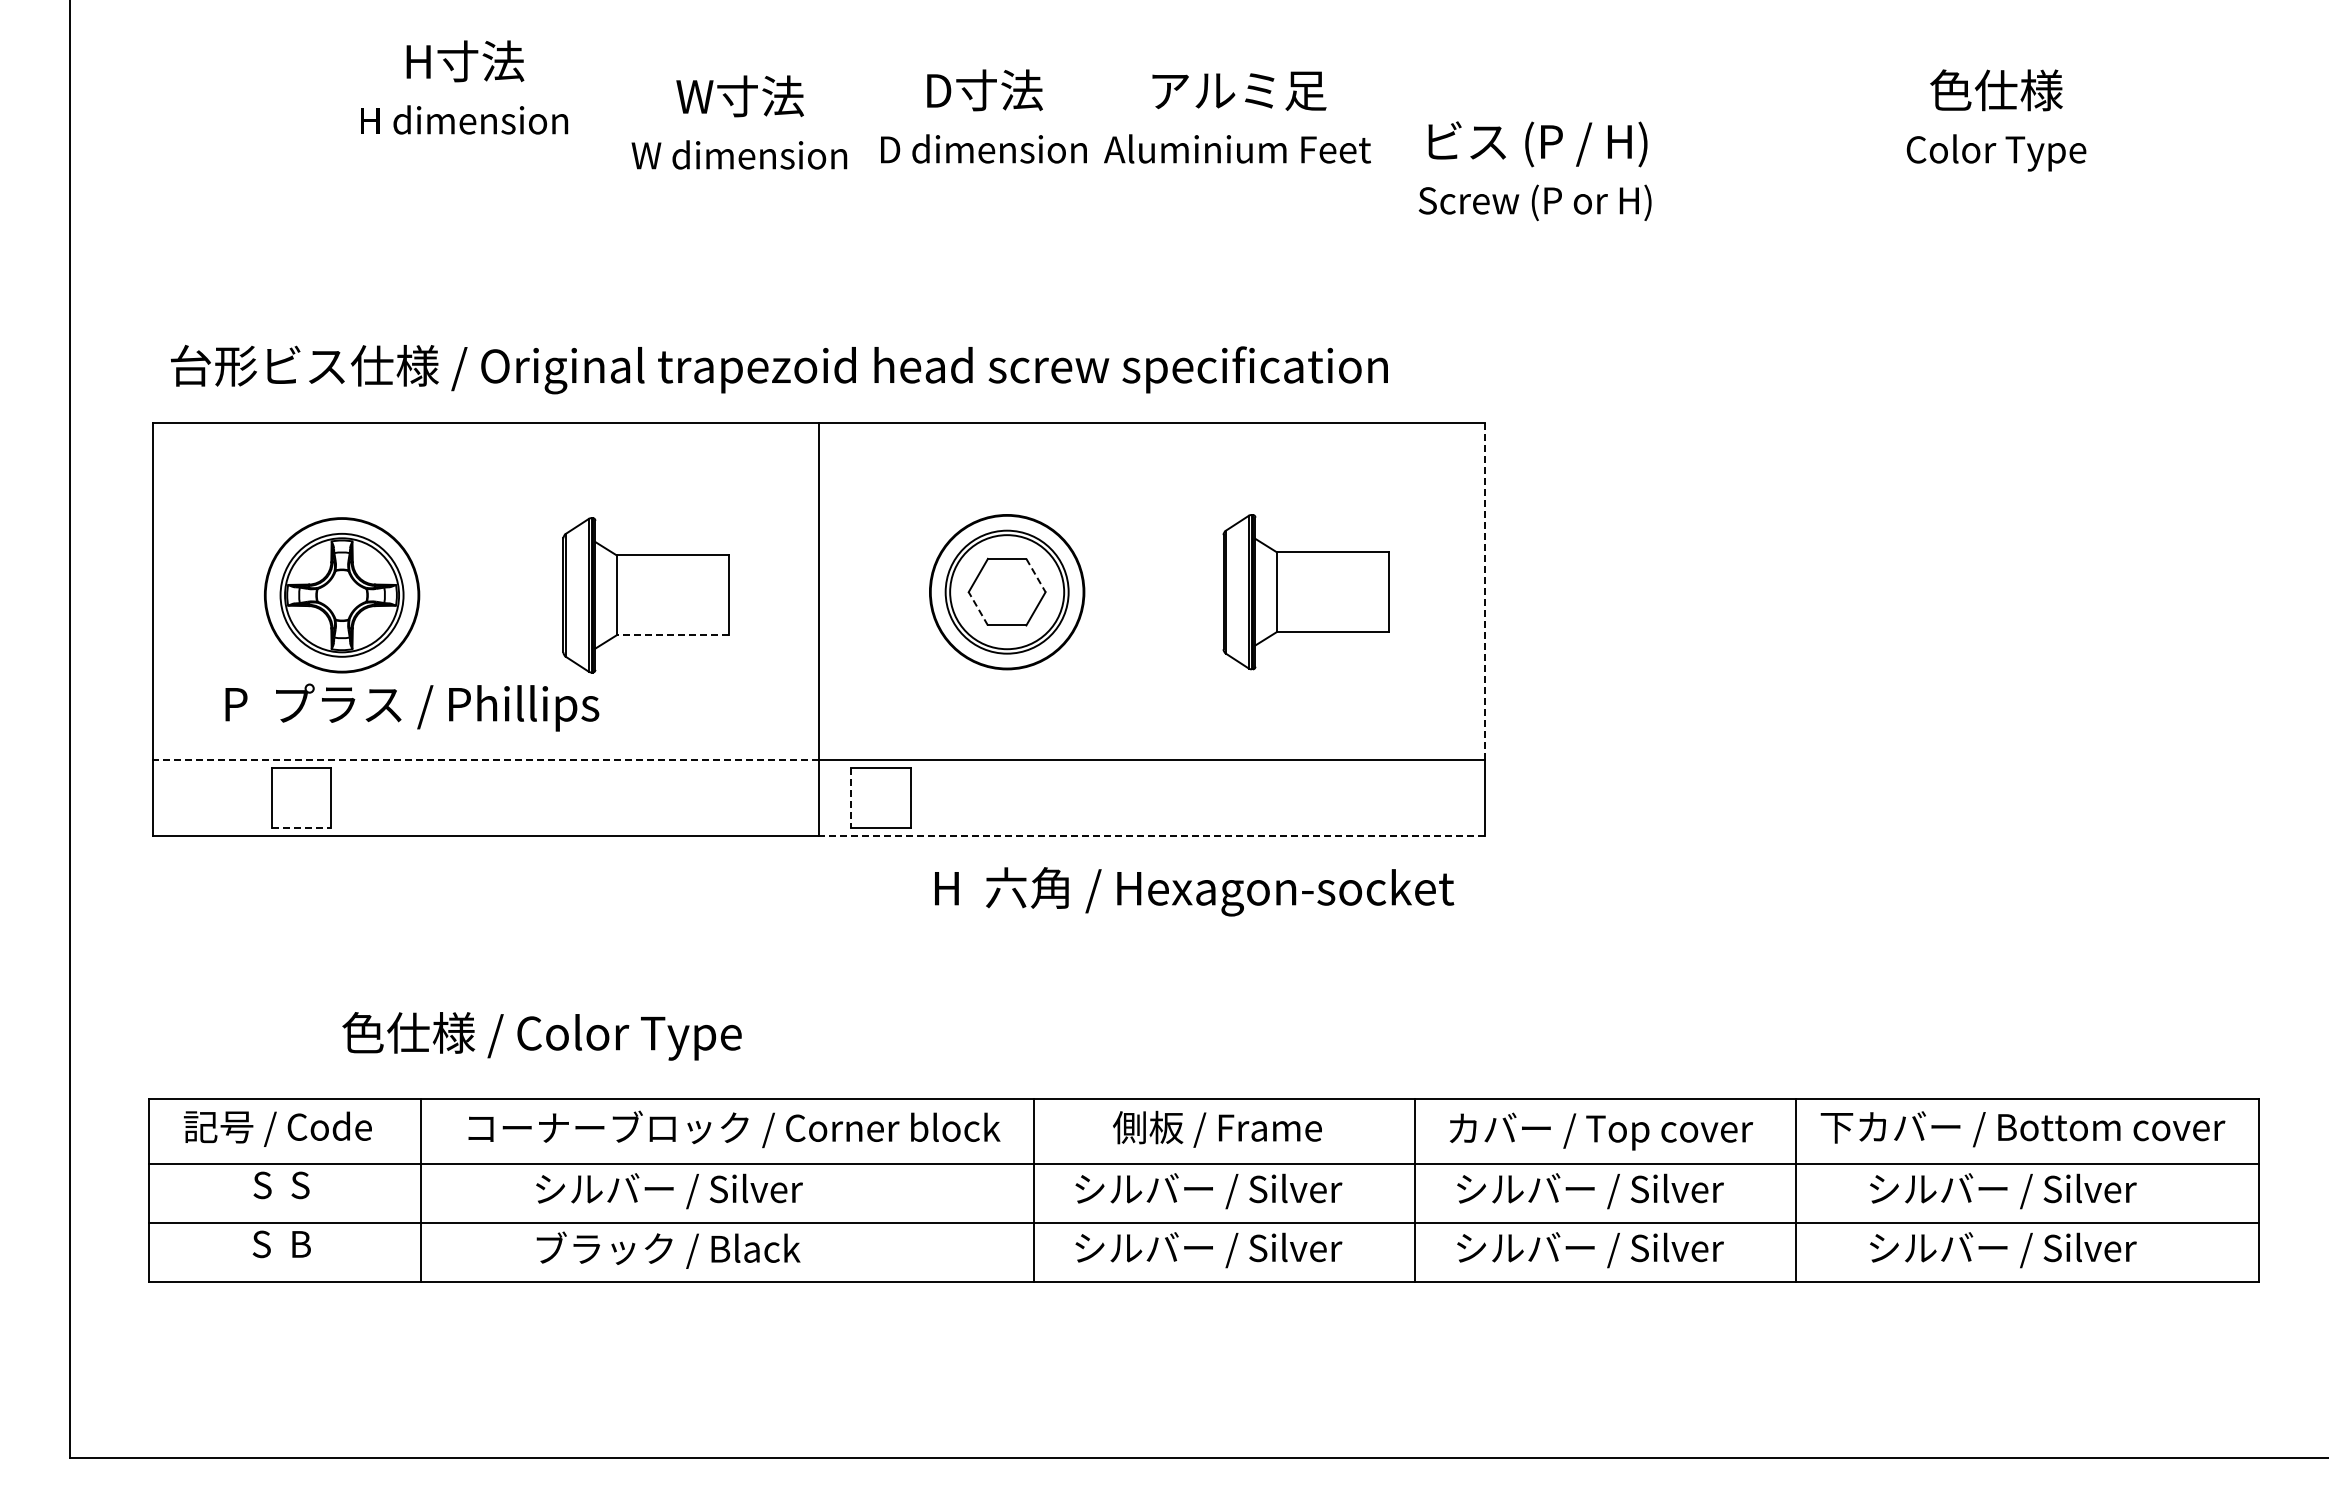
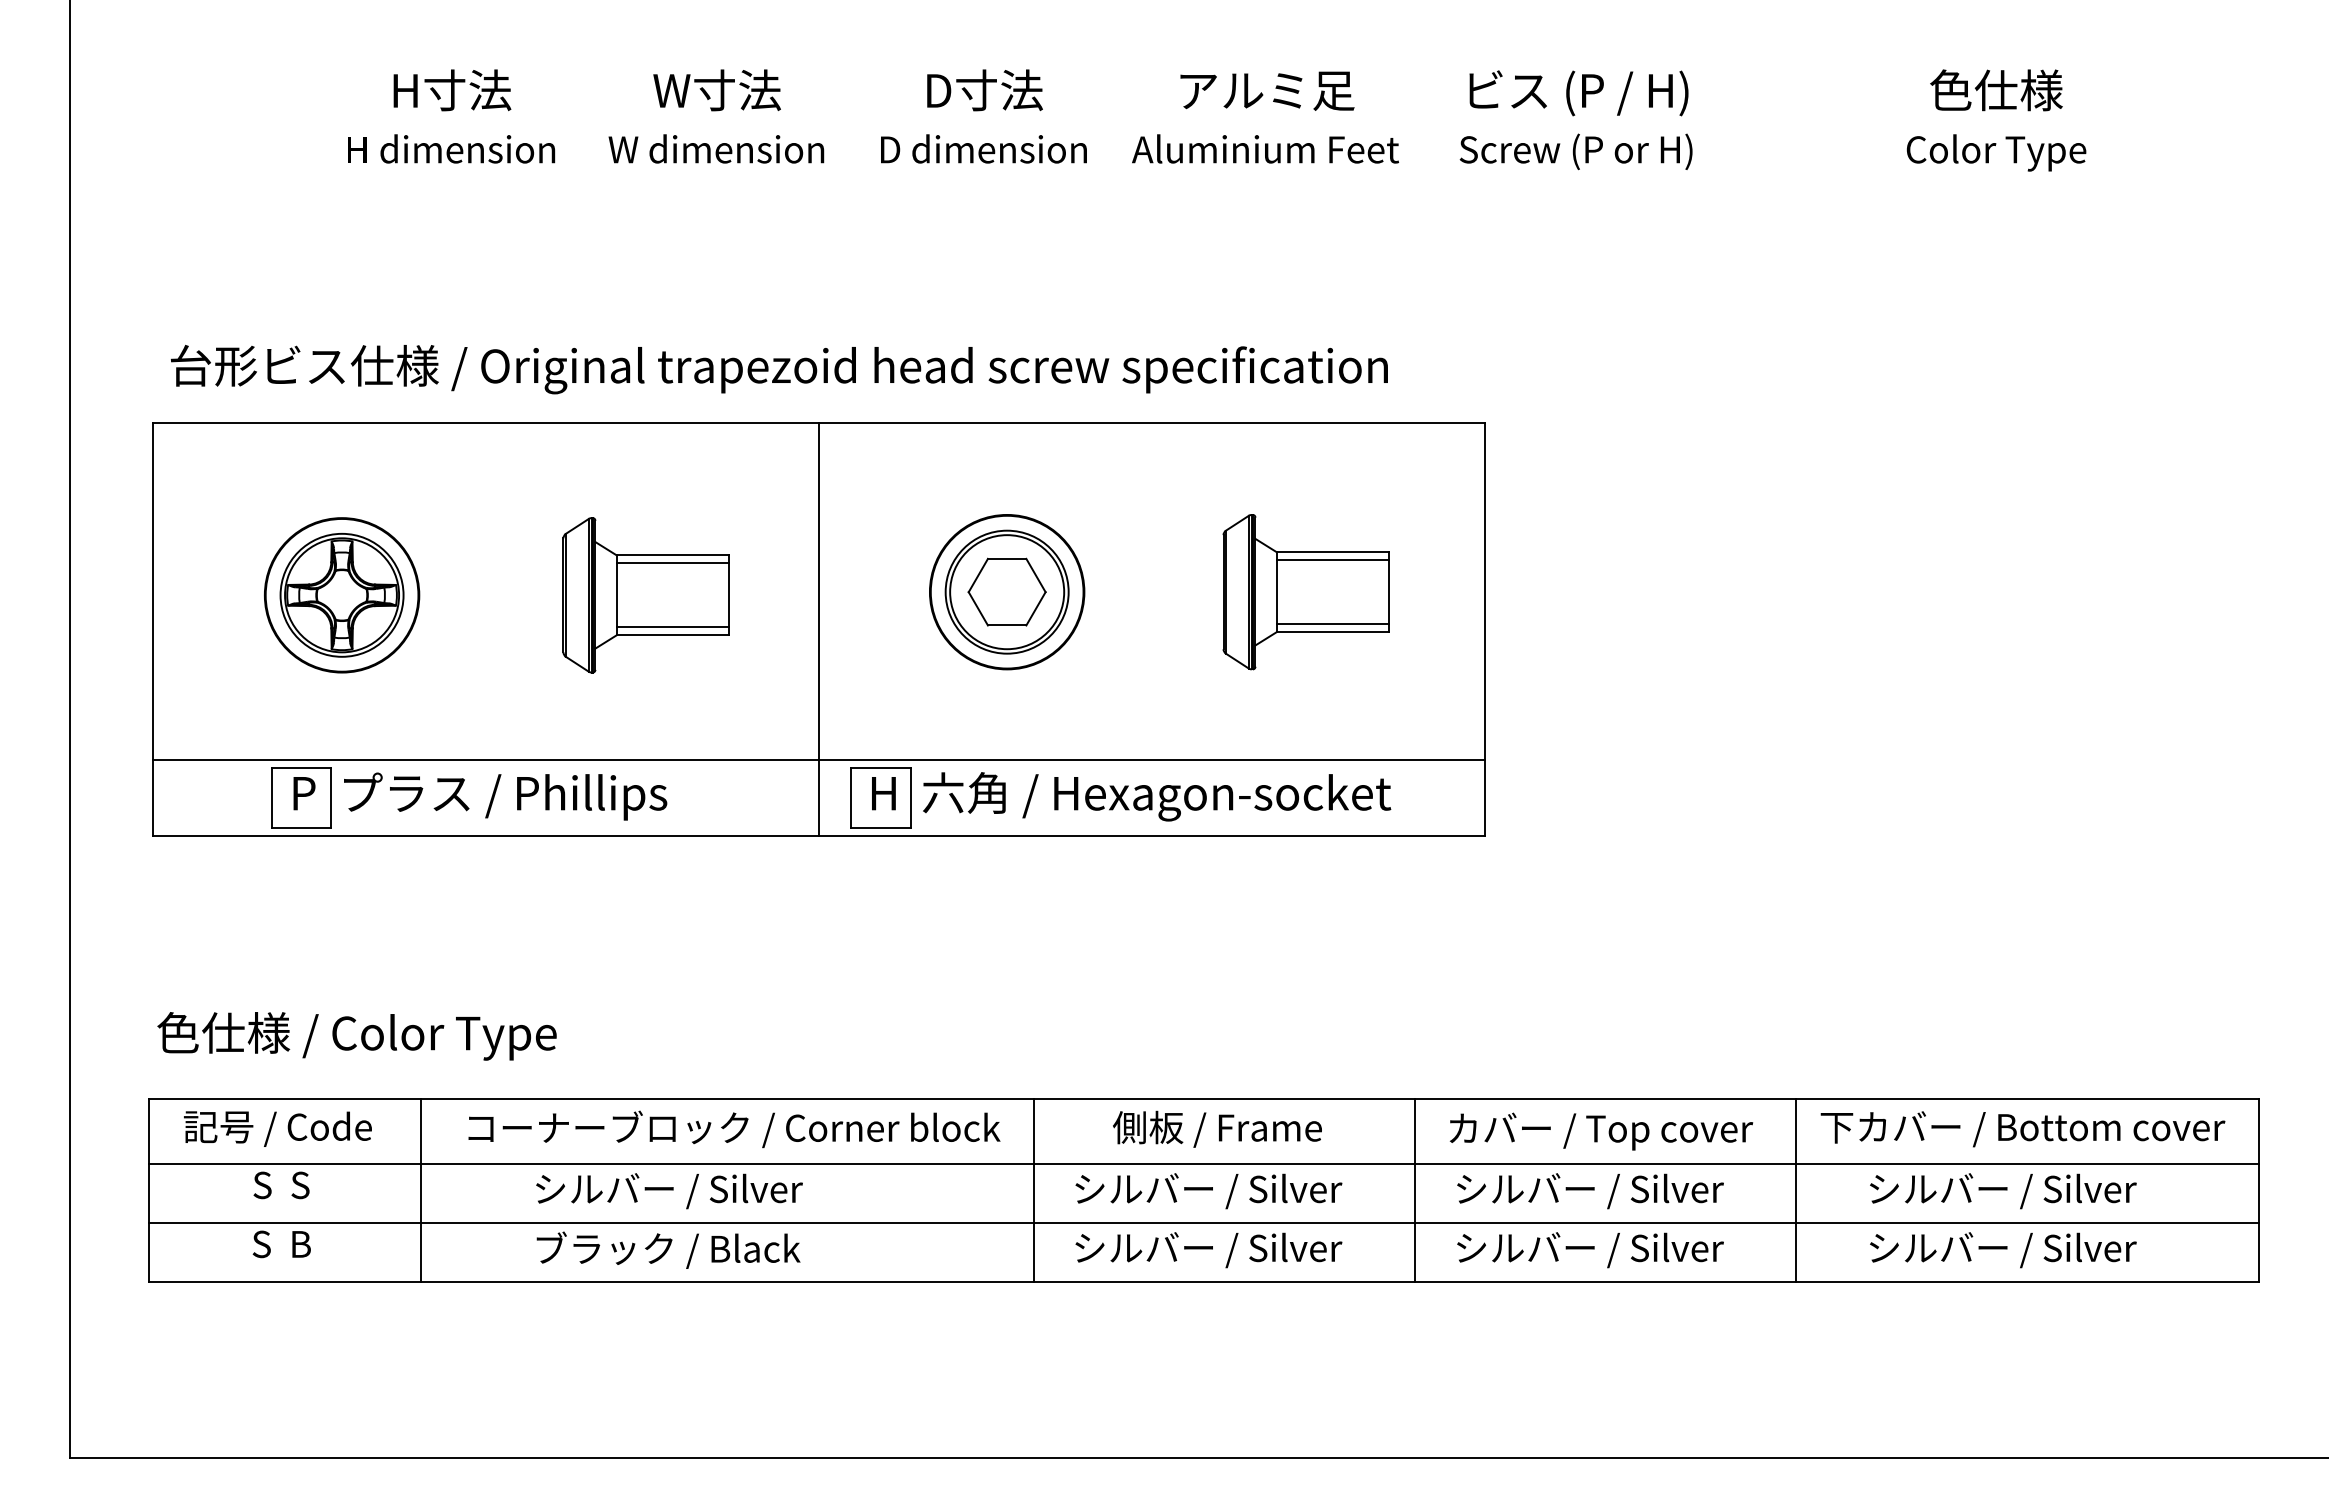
text at (464, 87) position: (464, 87) -> (451, 116)
text at (1237, 117) position: (1237, 117) -> (1265, 117)
text at (739, 122) position: (739, 122) -> (716, 116)
text at (1534, 171) position: (1534, 171) -> (1575, 120)
line at (1332, 560): none -> present
line at (672, 563): none -> present
line at (1036, 575): dashed -> solid
line at (1484, 592): dashed -> solid
line at (978, 608): dashed -> solid
line at (1332, 624): none -> present
line at (672, 627): none -> present
line at (672, 635): dashed -> solid
text at (412, 707) position: (412, 707) -> (480, 796)
line at (486, 759): dashed -> solid
line at (850, 797): dashed -> solid
line at (301, 827): dashed -> solid
line at (1151, 835): dashed -> solid
text at (1194, 891) position: (1194, 891) -> (1131, 796)
text at (541, 1036) position: (541, 1036) -> (356, 1036)
